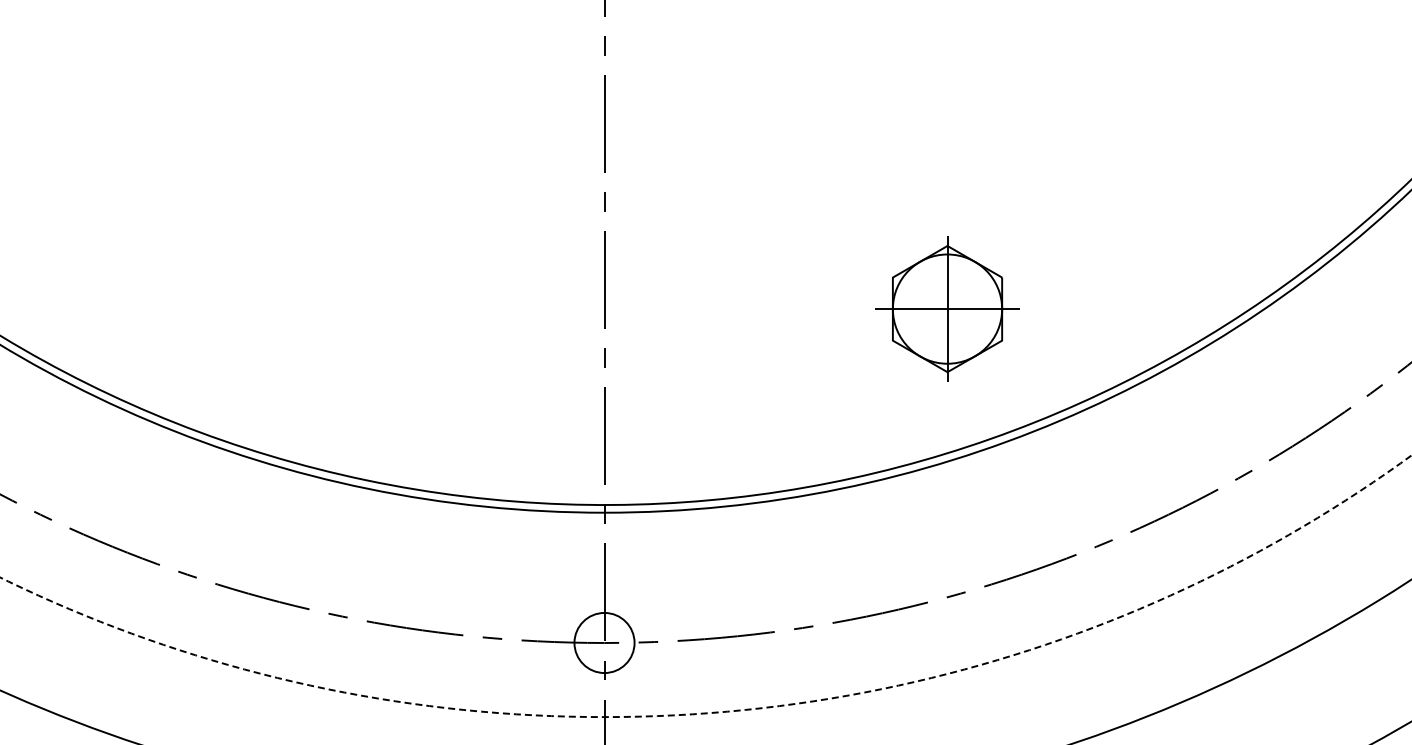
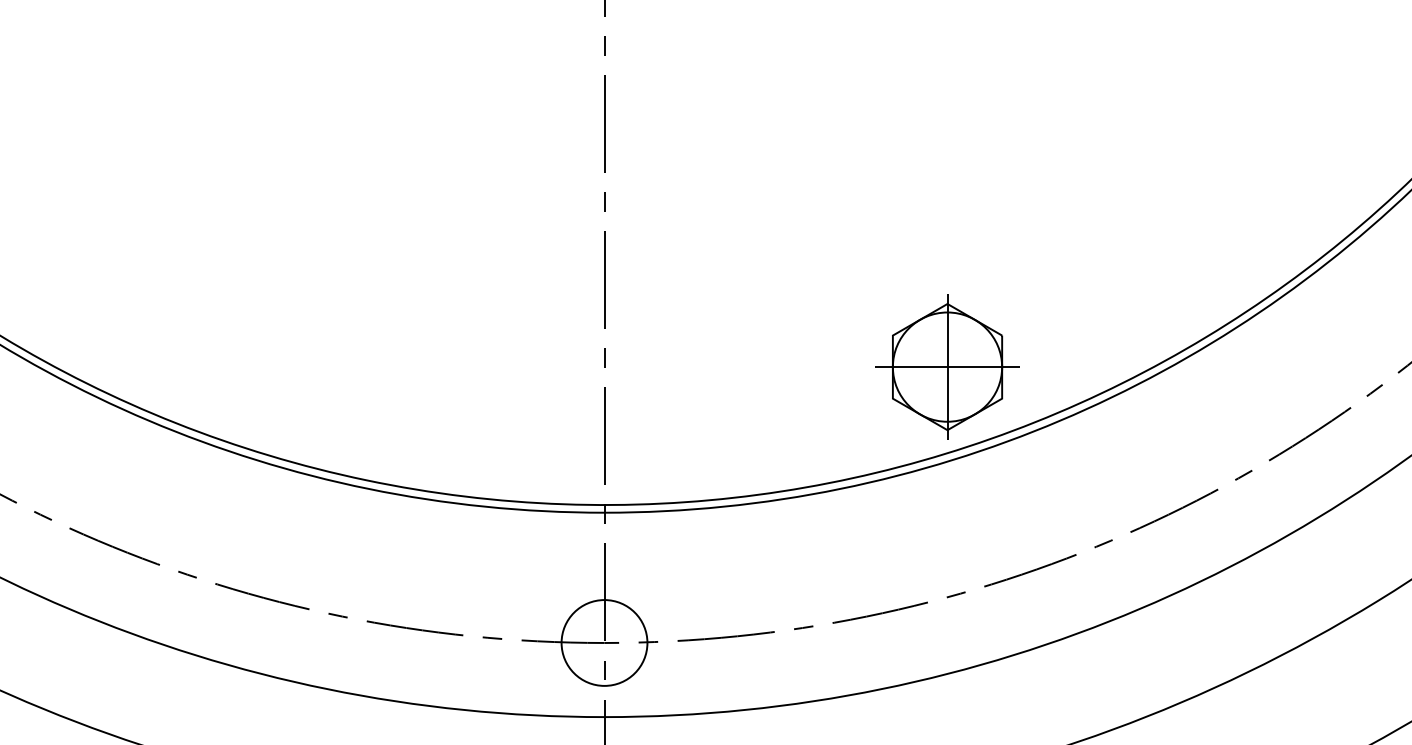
part at (947, 308) position: (947, 308) -> (947, 366)
circle at (705, 586): dashed -> solid
circle at (604, 642) diameter: 60 px -> 86 px
